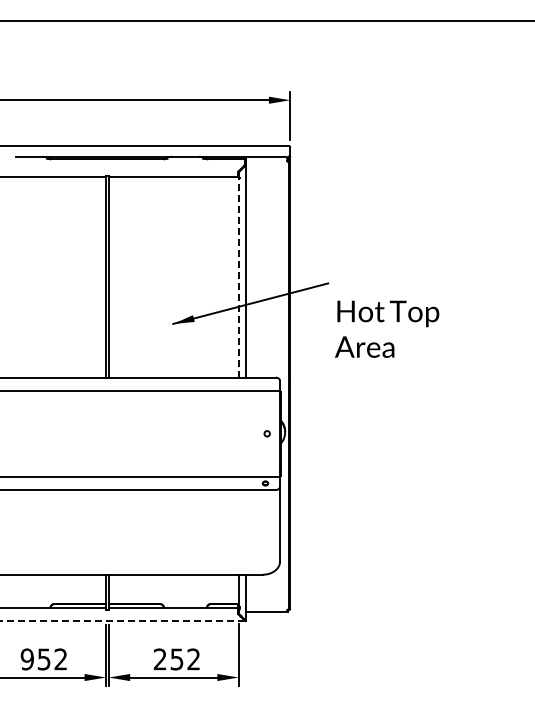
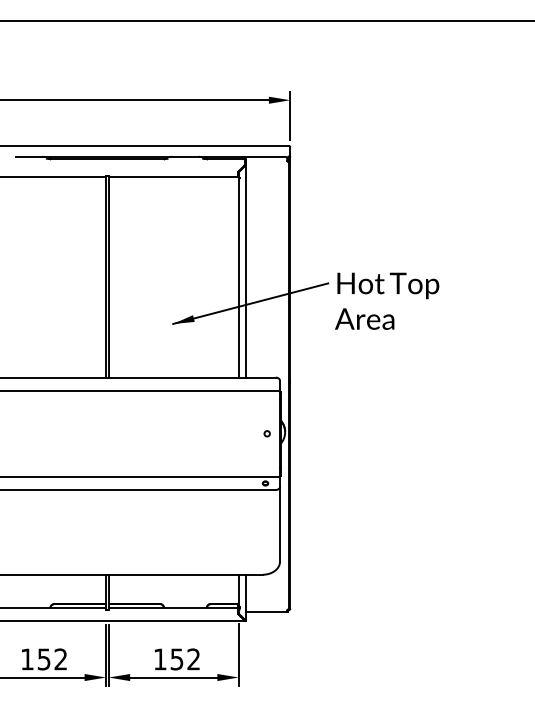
line at (238, 277): dashed -> solid
text at (387, 328) position: (387, 328) -> (387, 300)
line at (122, 621): dashed -> solid
text at (26, 659): 952 -> 152
text at (159, 659): 252 -> 152
